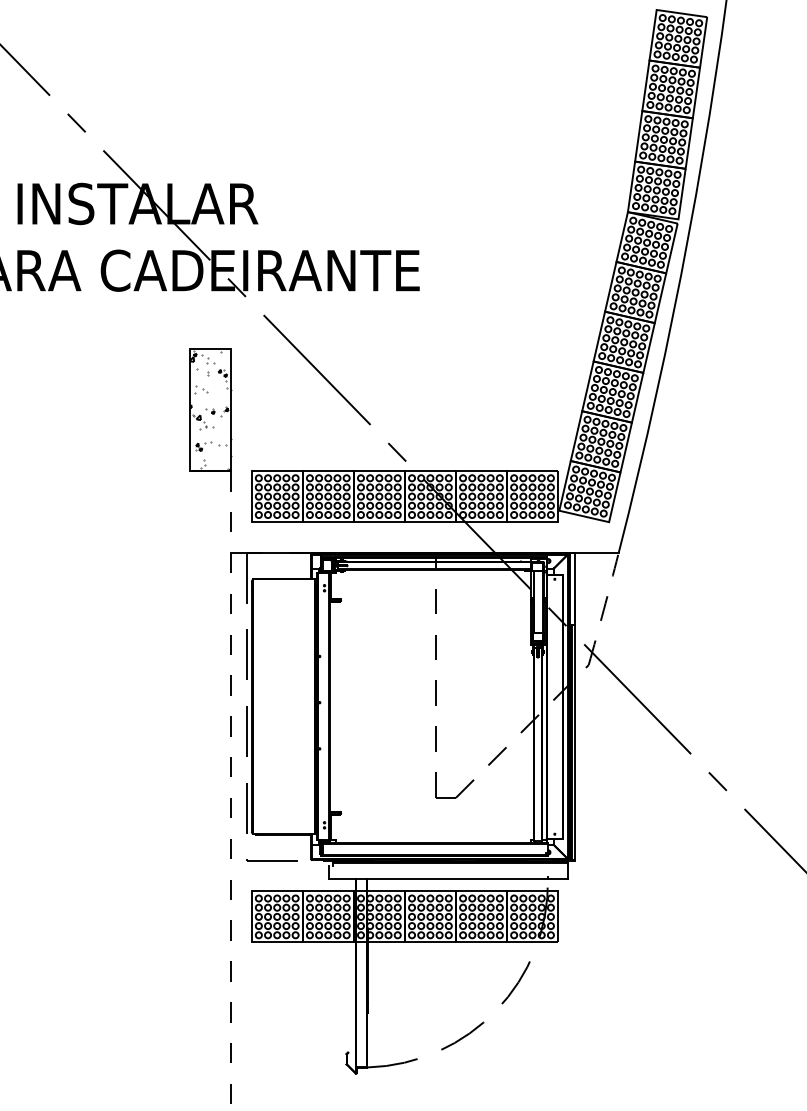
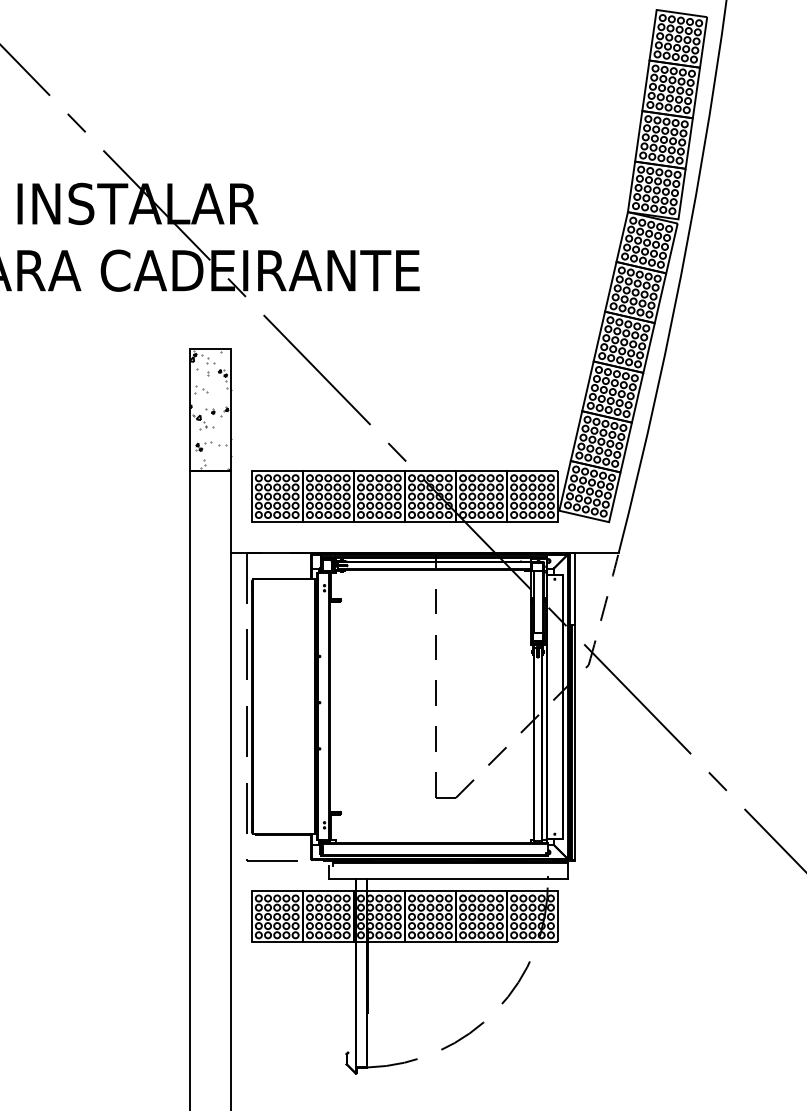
line at (190, 789): none -> present
line at (231, 790): dashed -> solid
